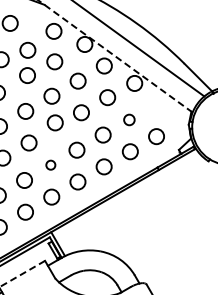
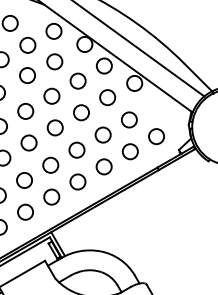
circle at (27, 49) position: (27, 49) -> (27, 44)
line at (115, 56): dashed -> solid
circle at (129, 119) size: 13x14 px -> 17x18 px
circle at (54, 122) position: (54, 122) -> (54, 127)
circle at (50, 164) size: 12x12 px -> 18x18 px
line at (22, 273): dashed -> solid
